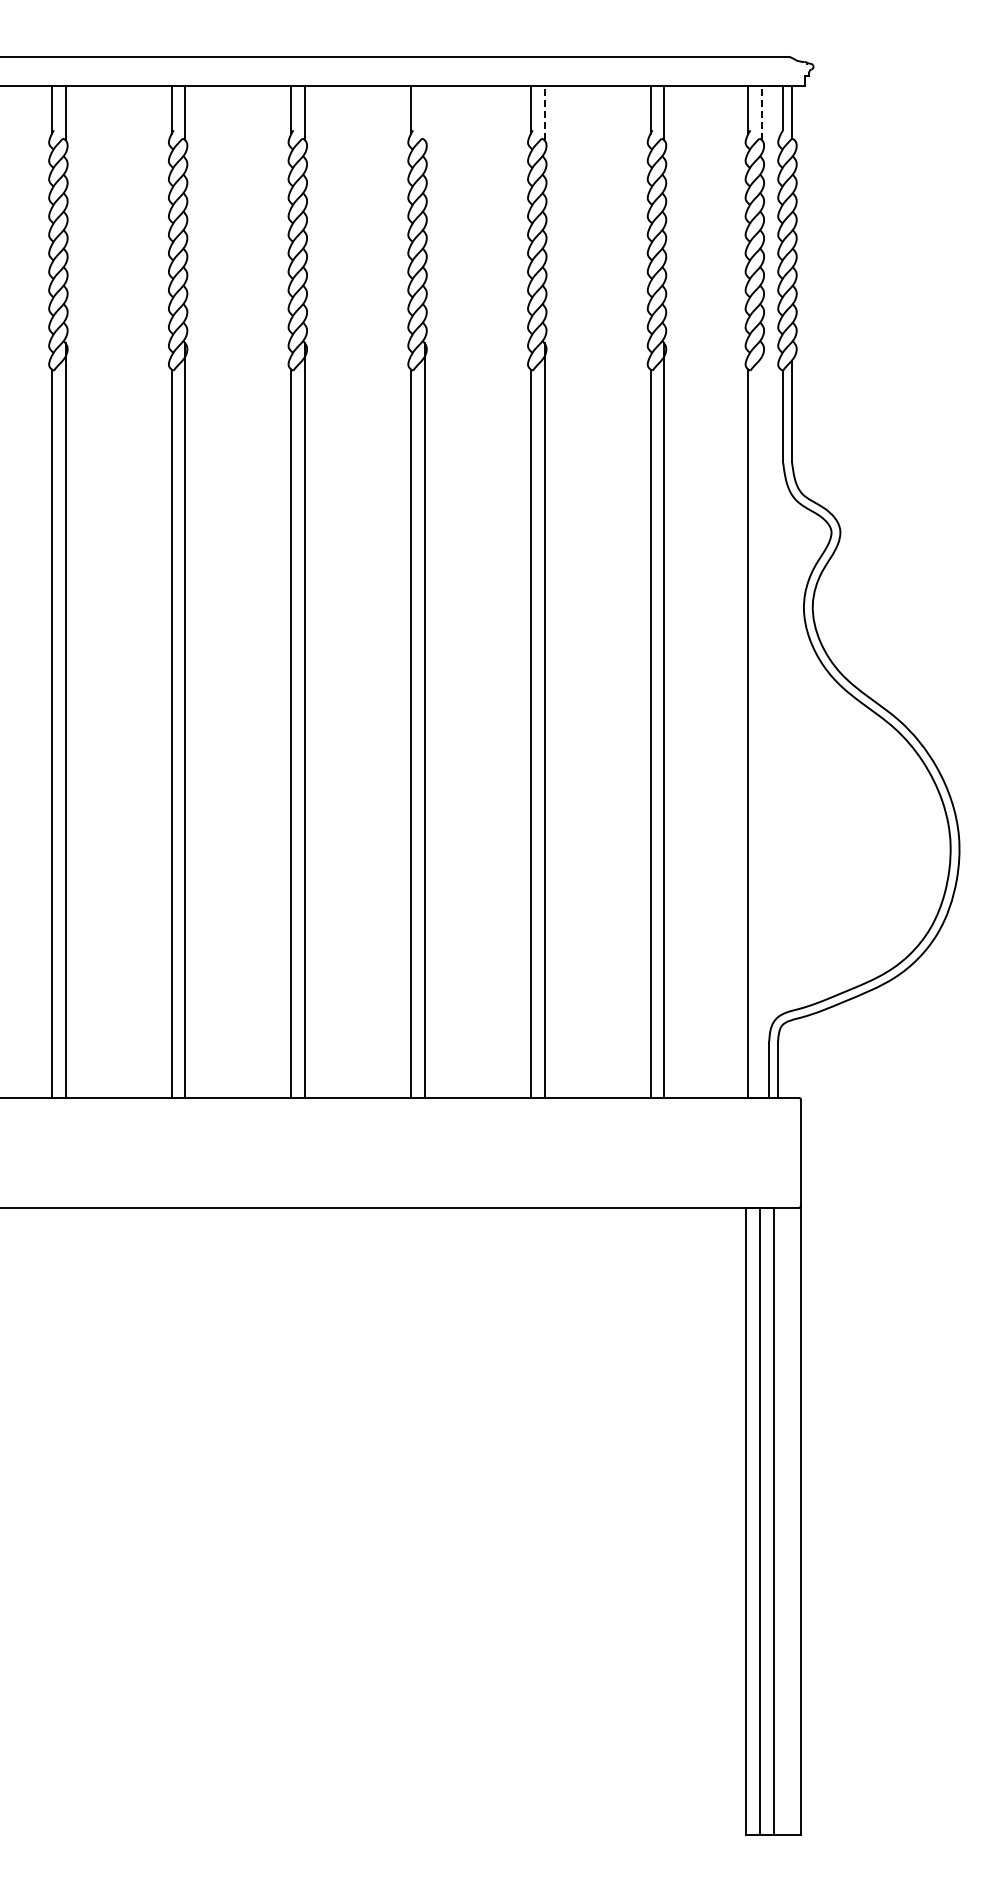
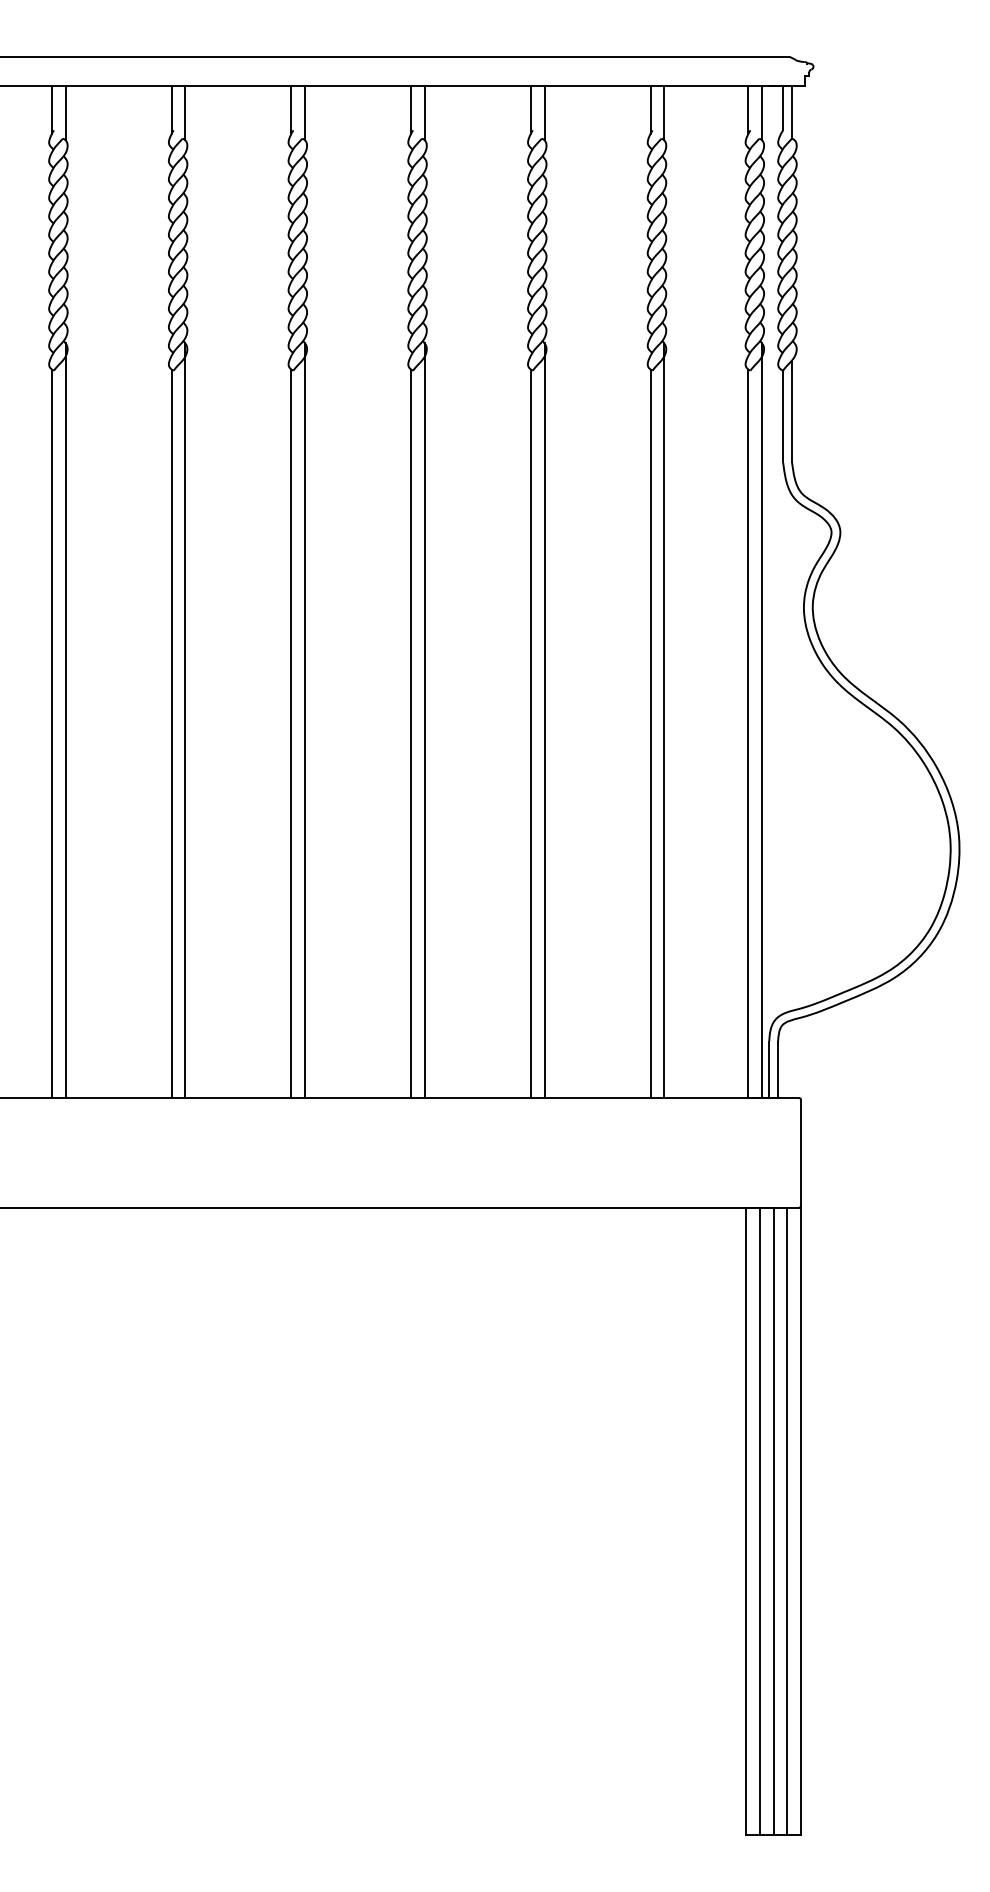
line at (424, 112): none -> present
line at (544, 112): dashed -> solid
line at (762, 112): dashed -> solid
line at (762, 720): none -> present
line at (787, 1521): none -> present
